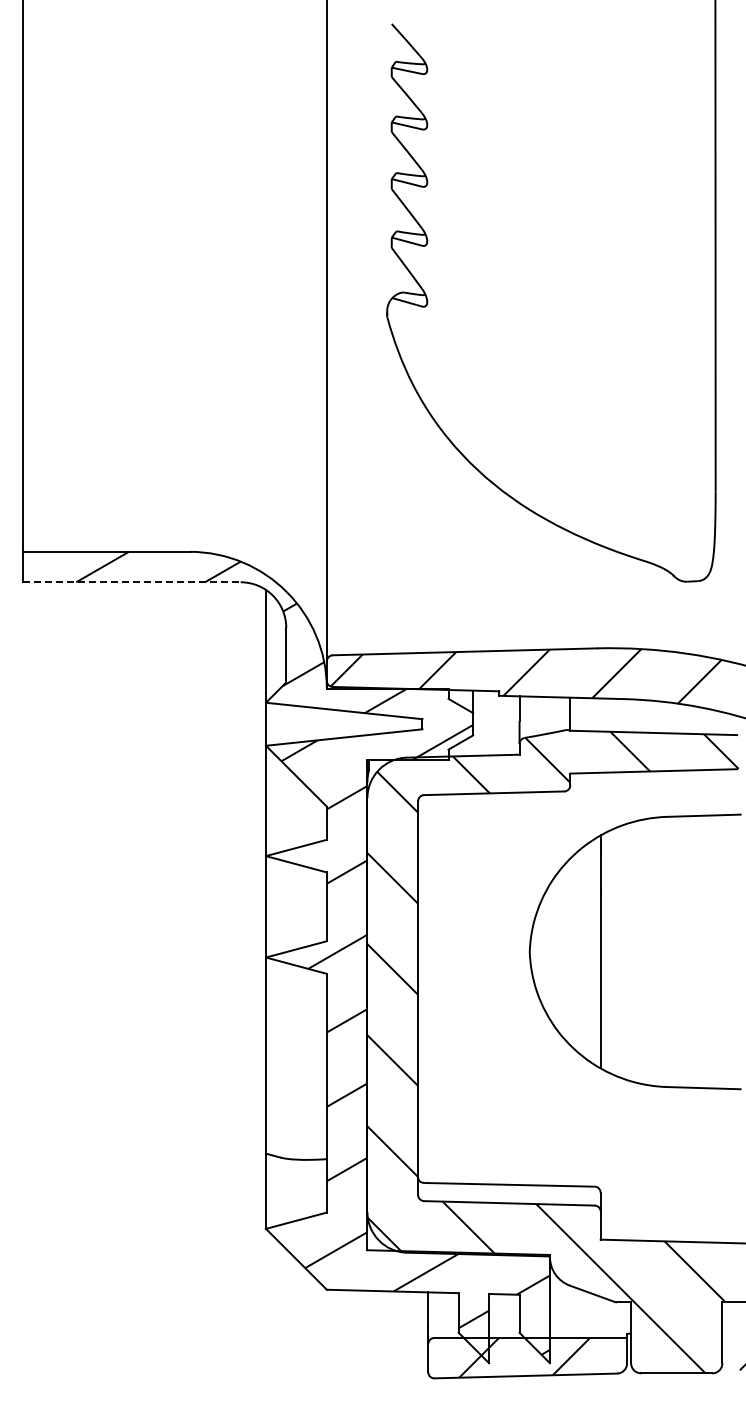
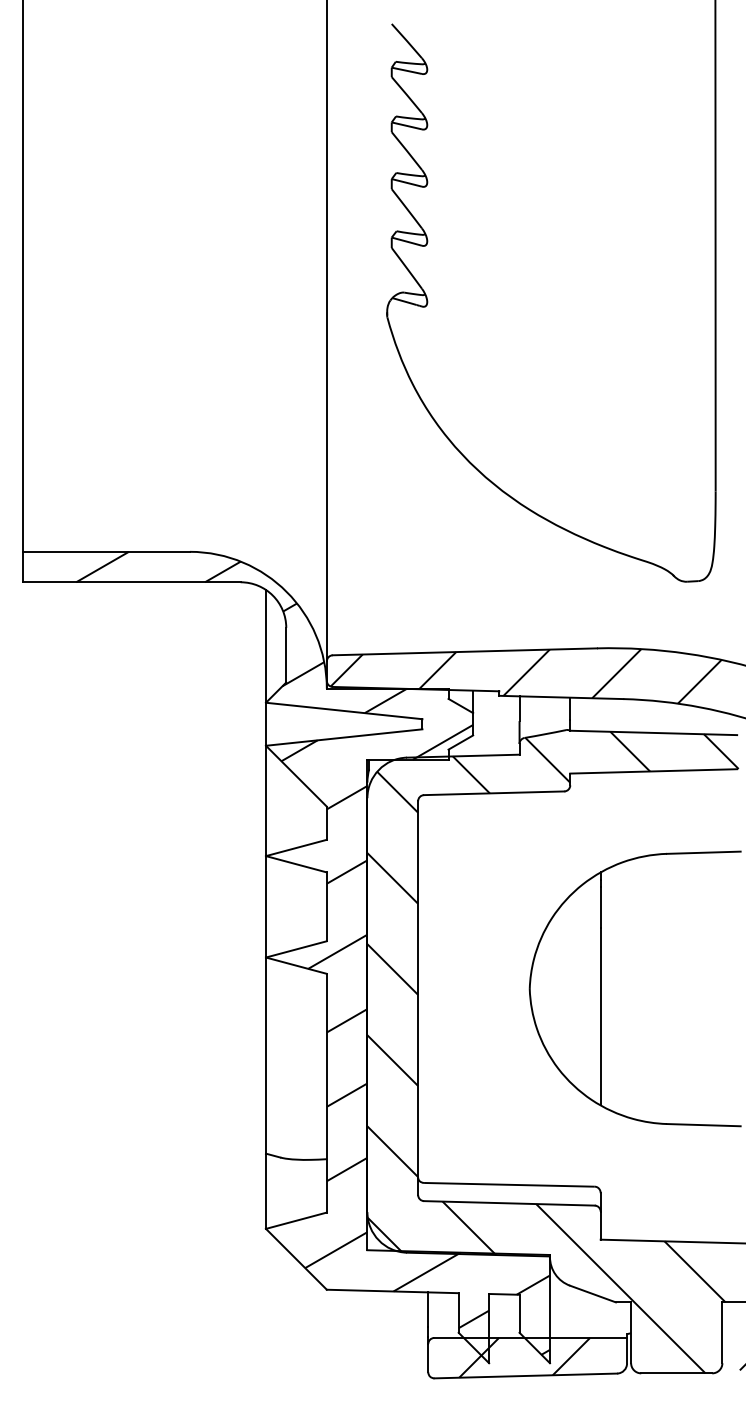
line at (132, 582): dashed -> solid
part at (601, 951) position: (601, 951) -> (601, 988)
